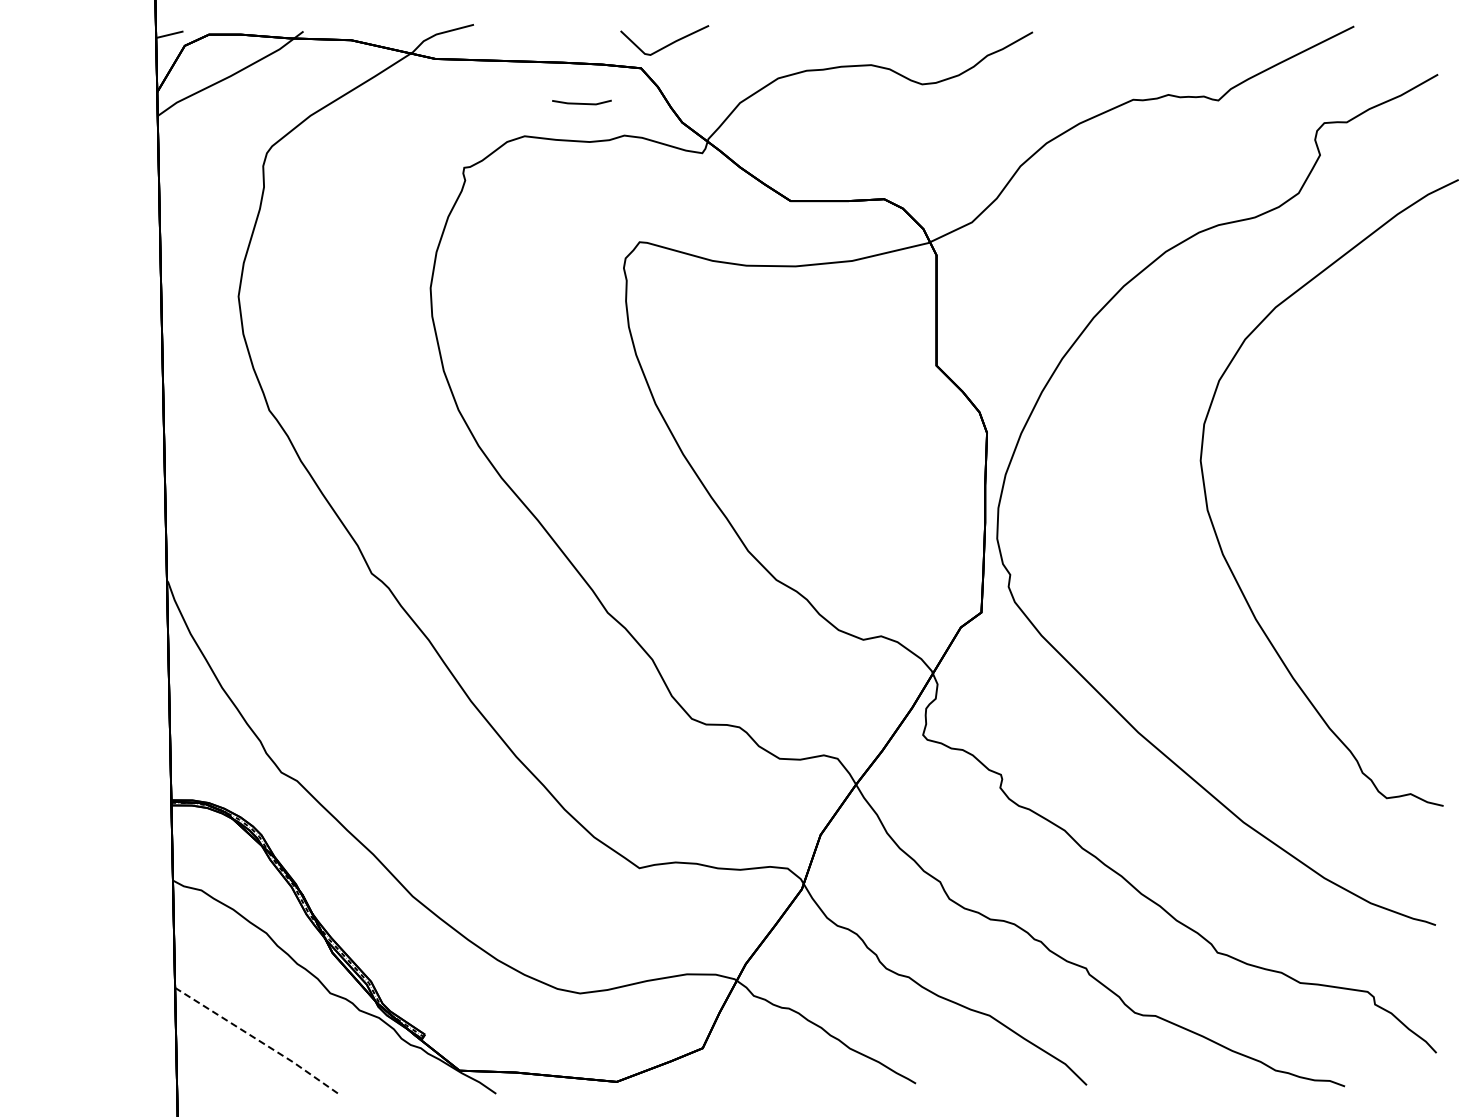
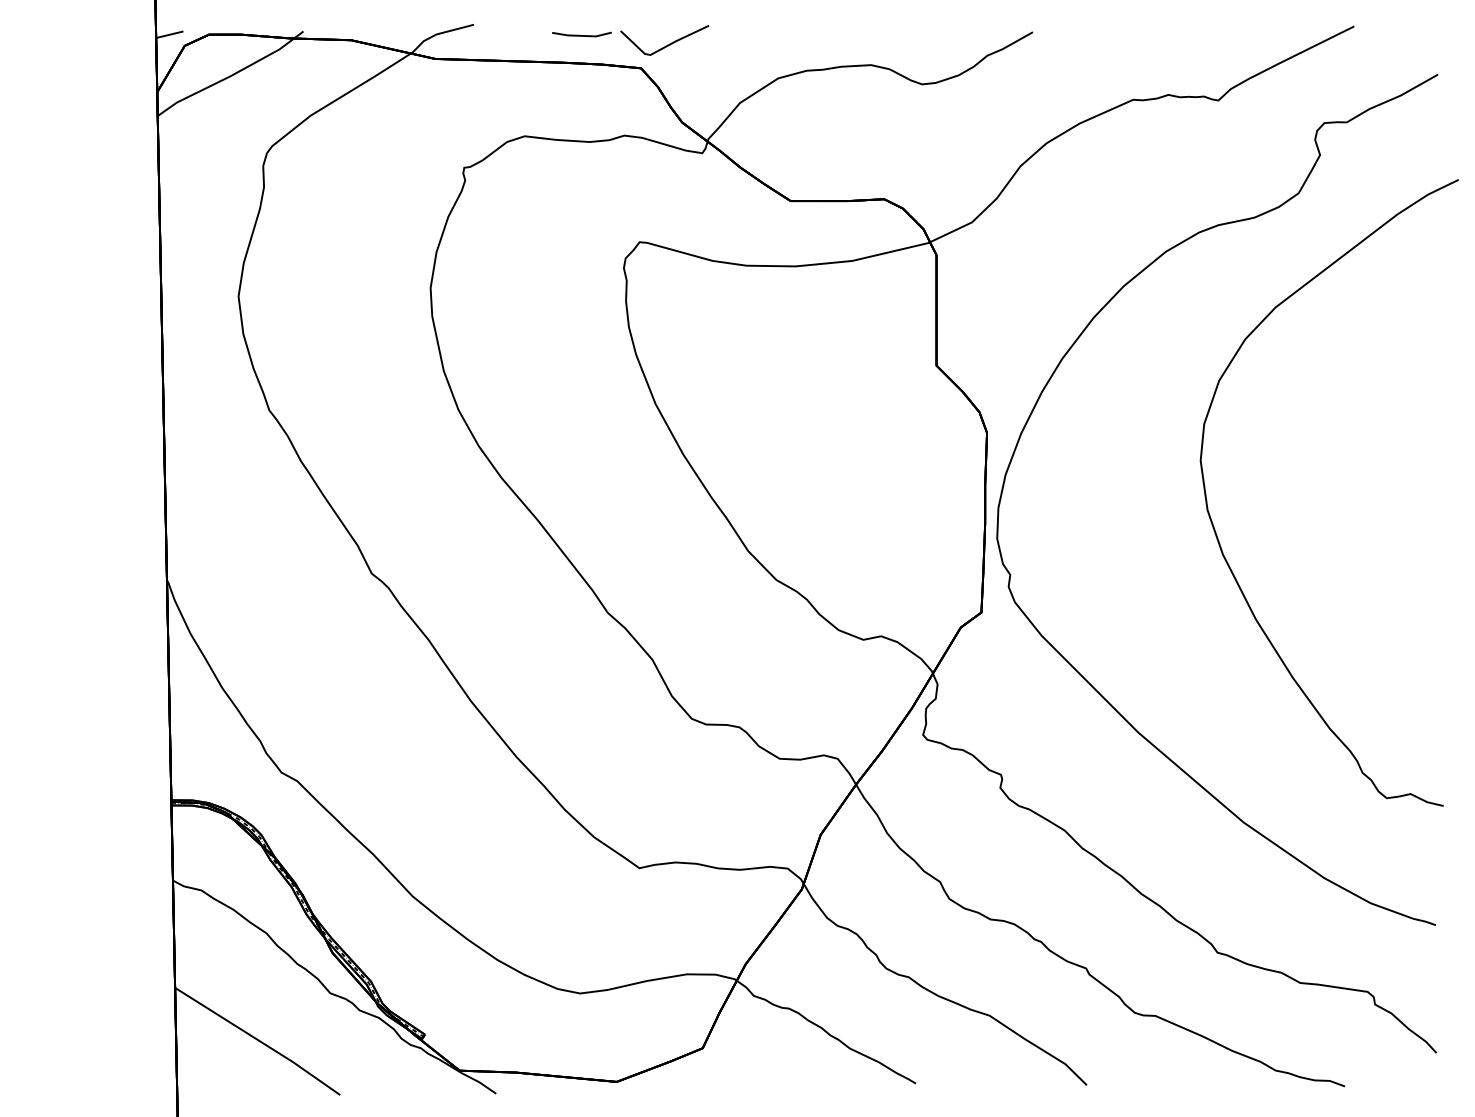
line at (581, 103) position: (581, 103) -> (581, 35)
line at (259, 1040): dashed -> solid
